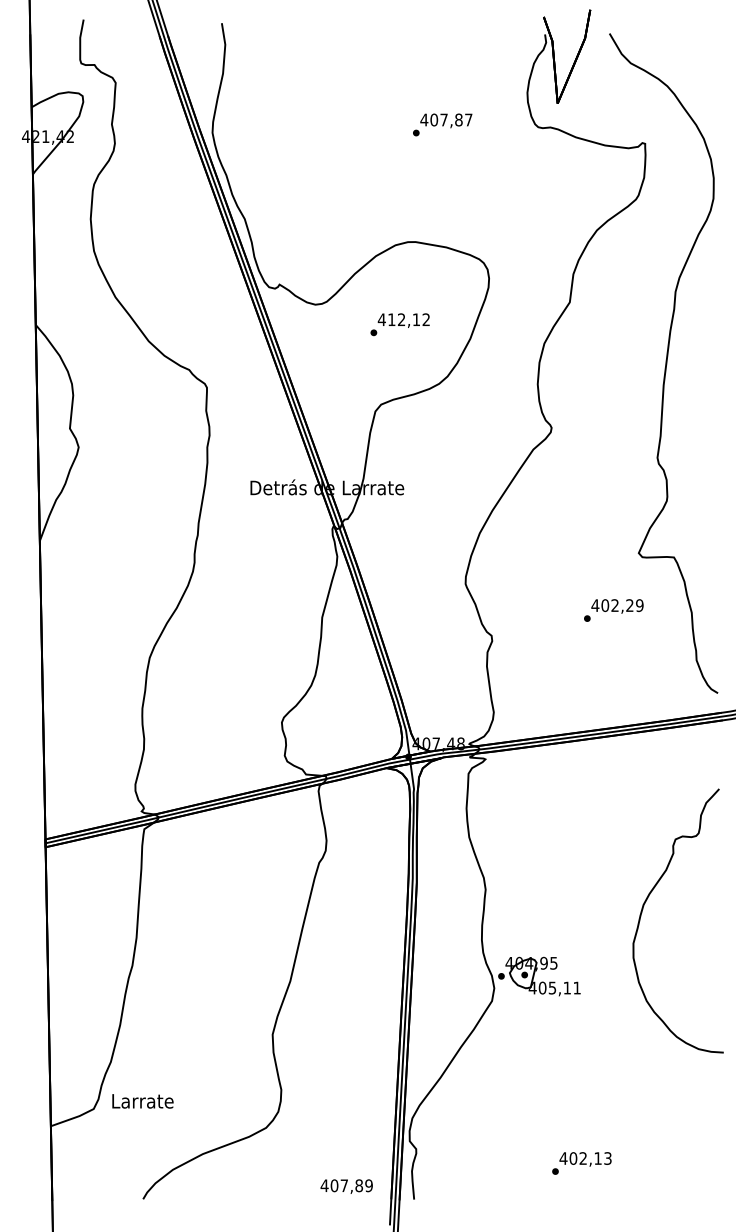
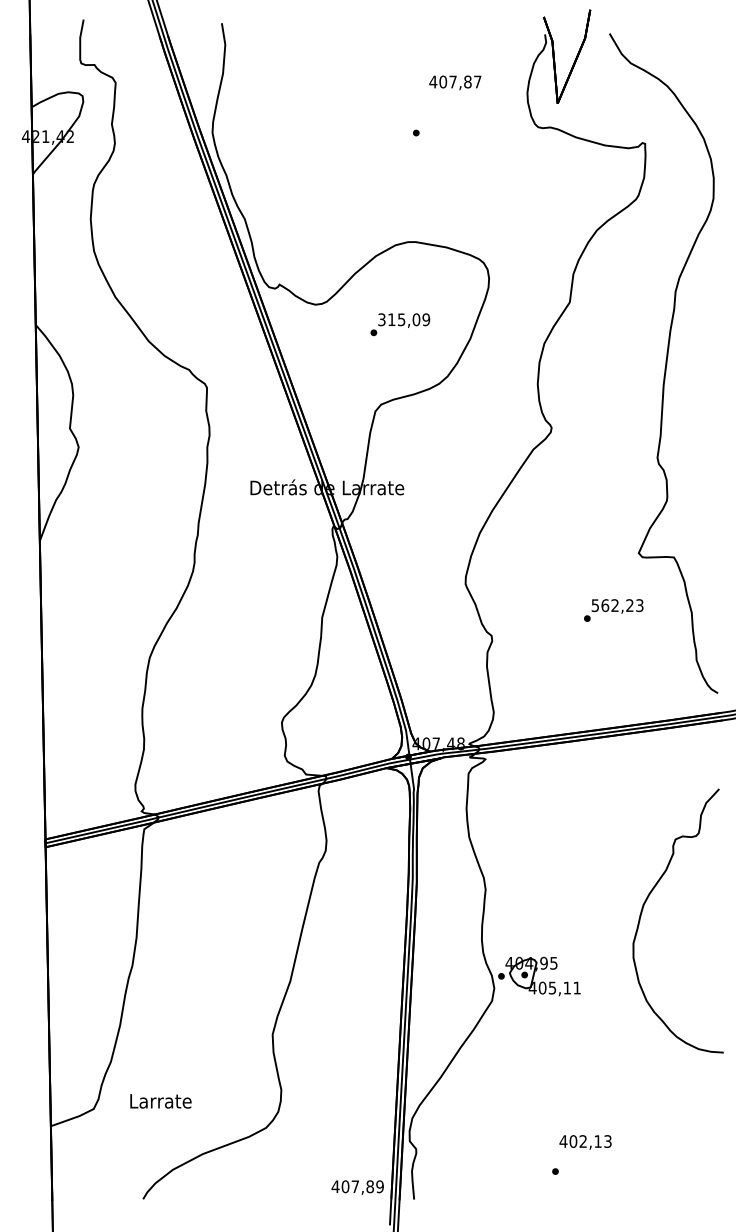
text at (446, 120) position: (446, 120) -> (455, 82)
text at (403, 319): 412,12 -> 315,09
text at (617, 605): 402,29 -> 562,23
text at (142, 1101) position: (142, 1101) -> (160, 1101)
text at (585, 1159) position: (585, 1159) -> (585, 1142)
text at (346, 1186) position: (346, 1186) -> (357, 1187)
